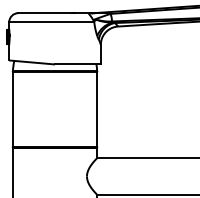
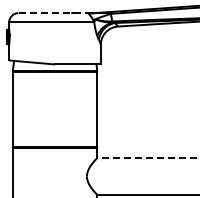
line at (55, 13): solid -> dashed
line at (148, 158): solid -> dashed
